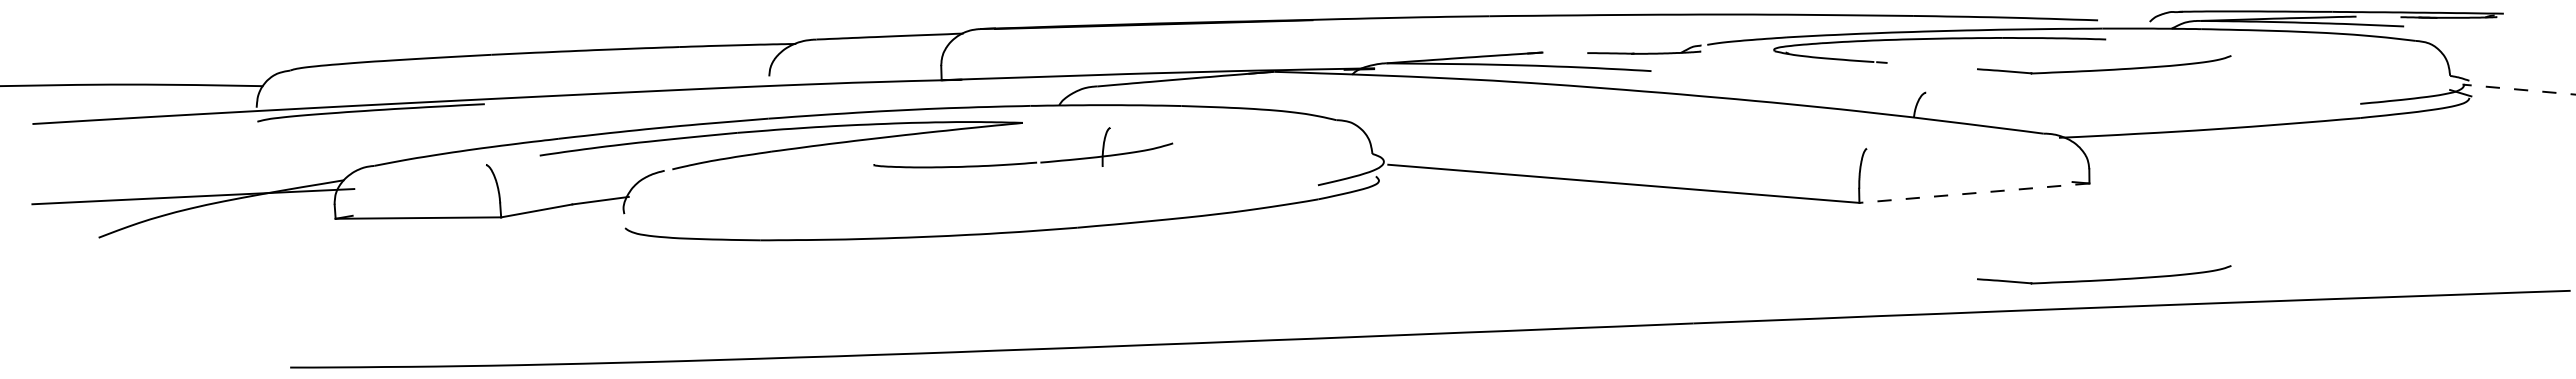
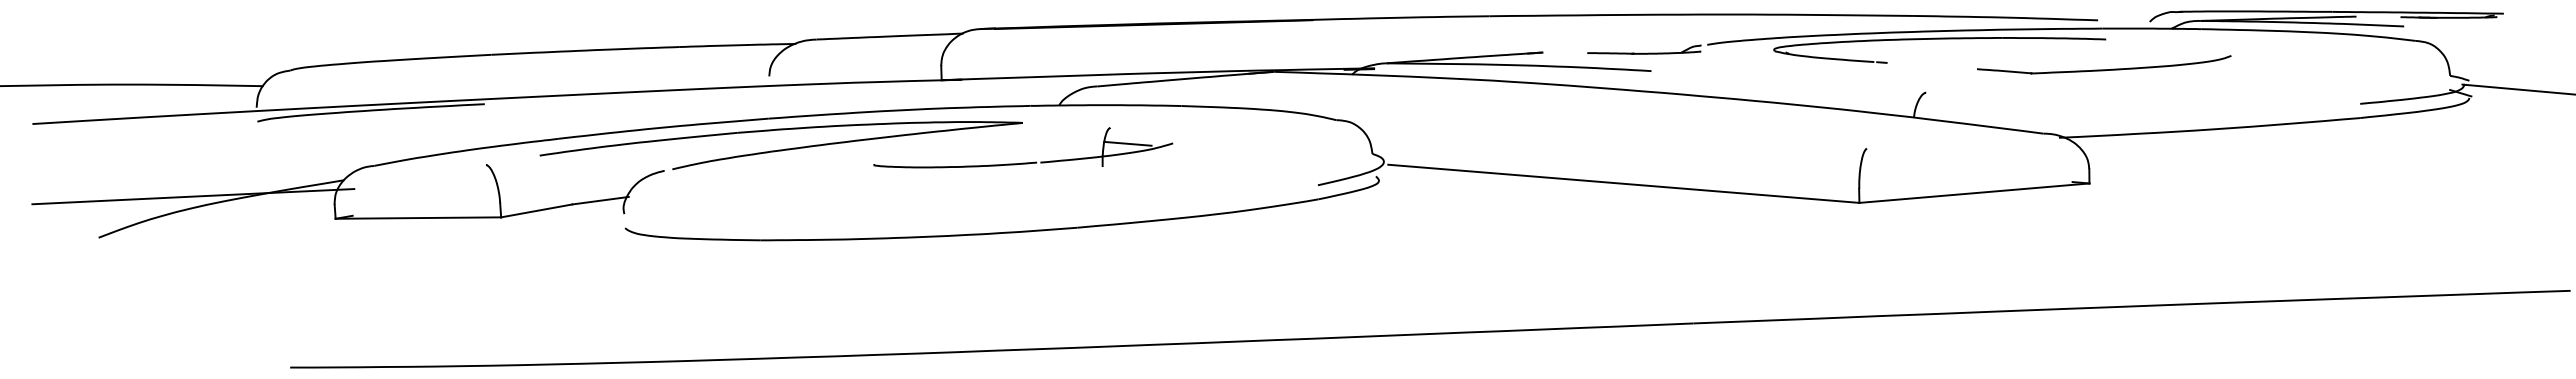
line at (2519, 89): dashed -> solid
line at (1127, 143): none -> present
line at (1973, 193): dashed -> solid
part at (2104, 274): present -> none
